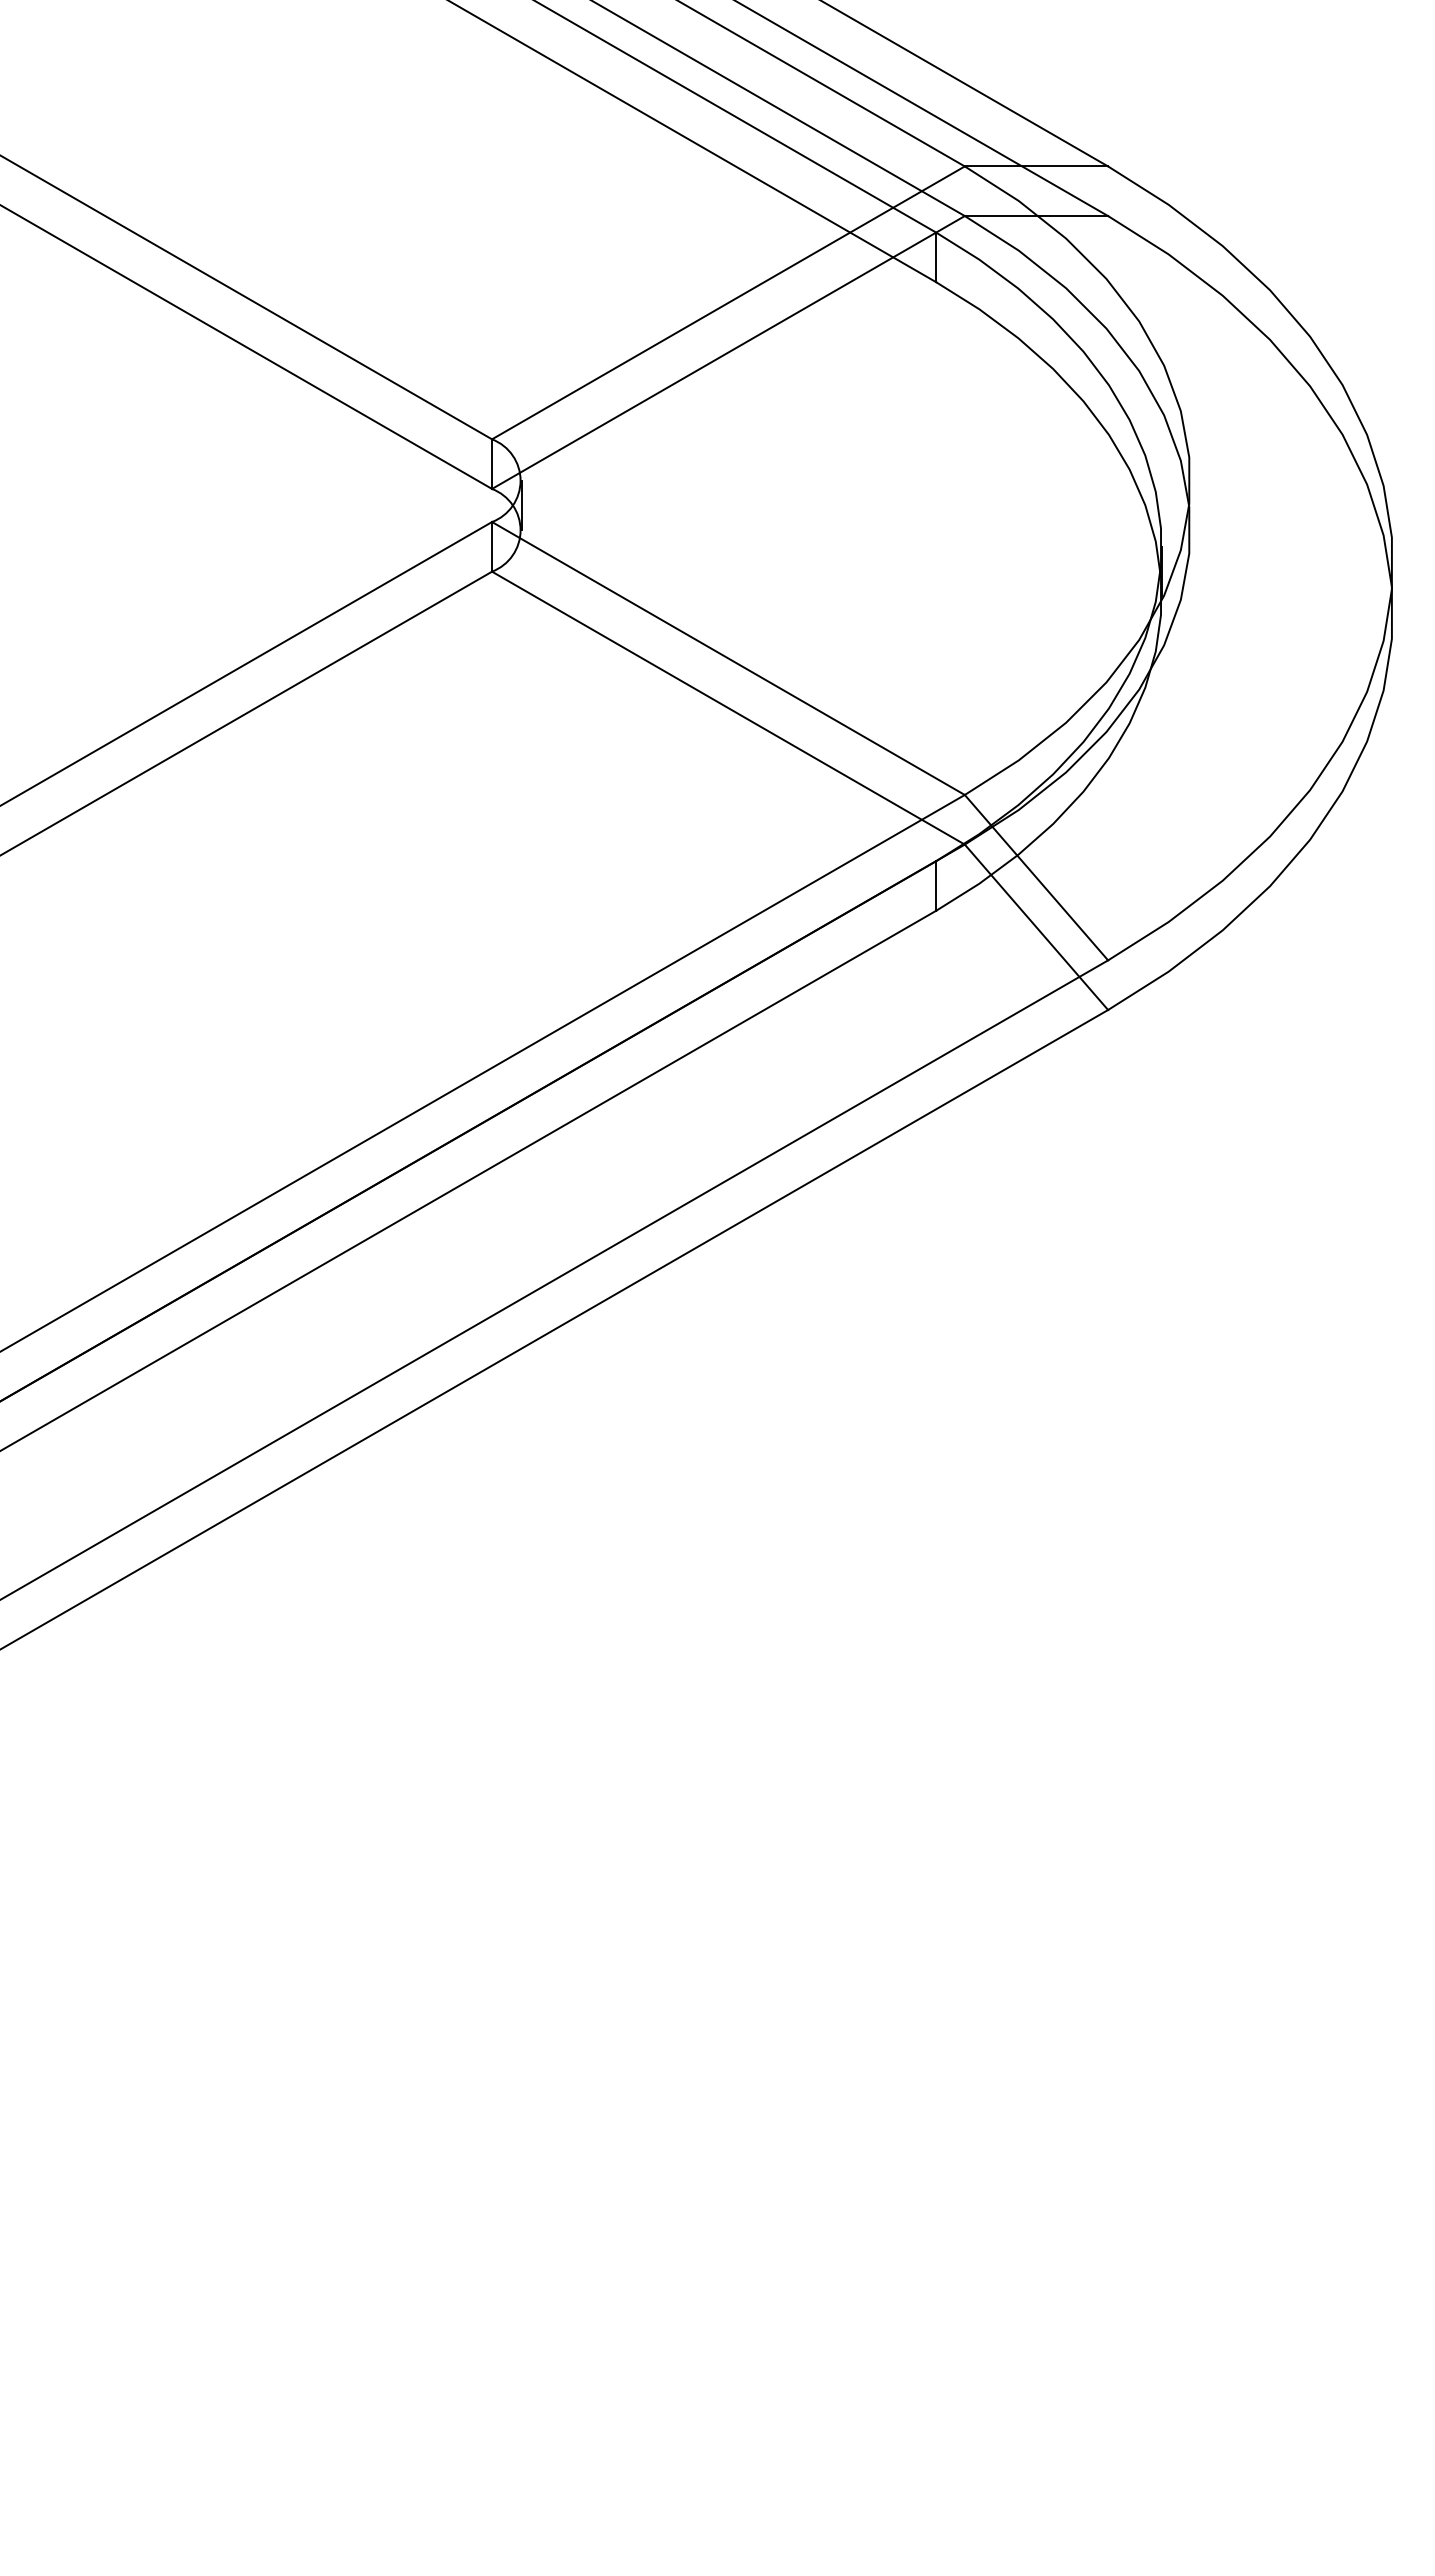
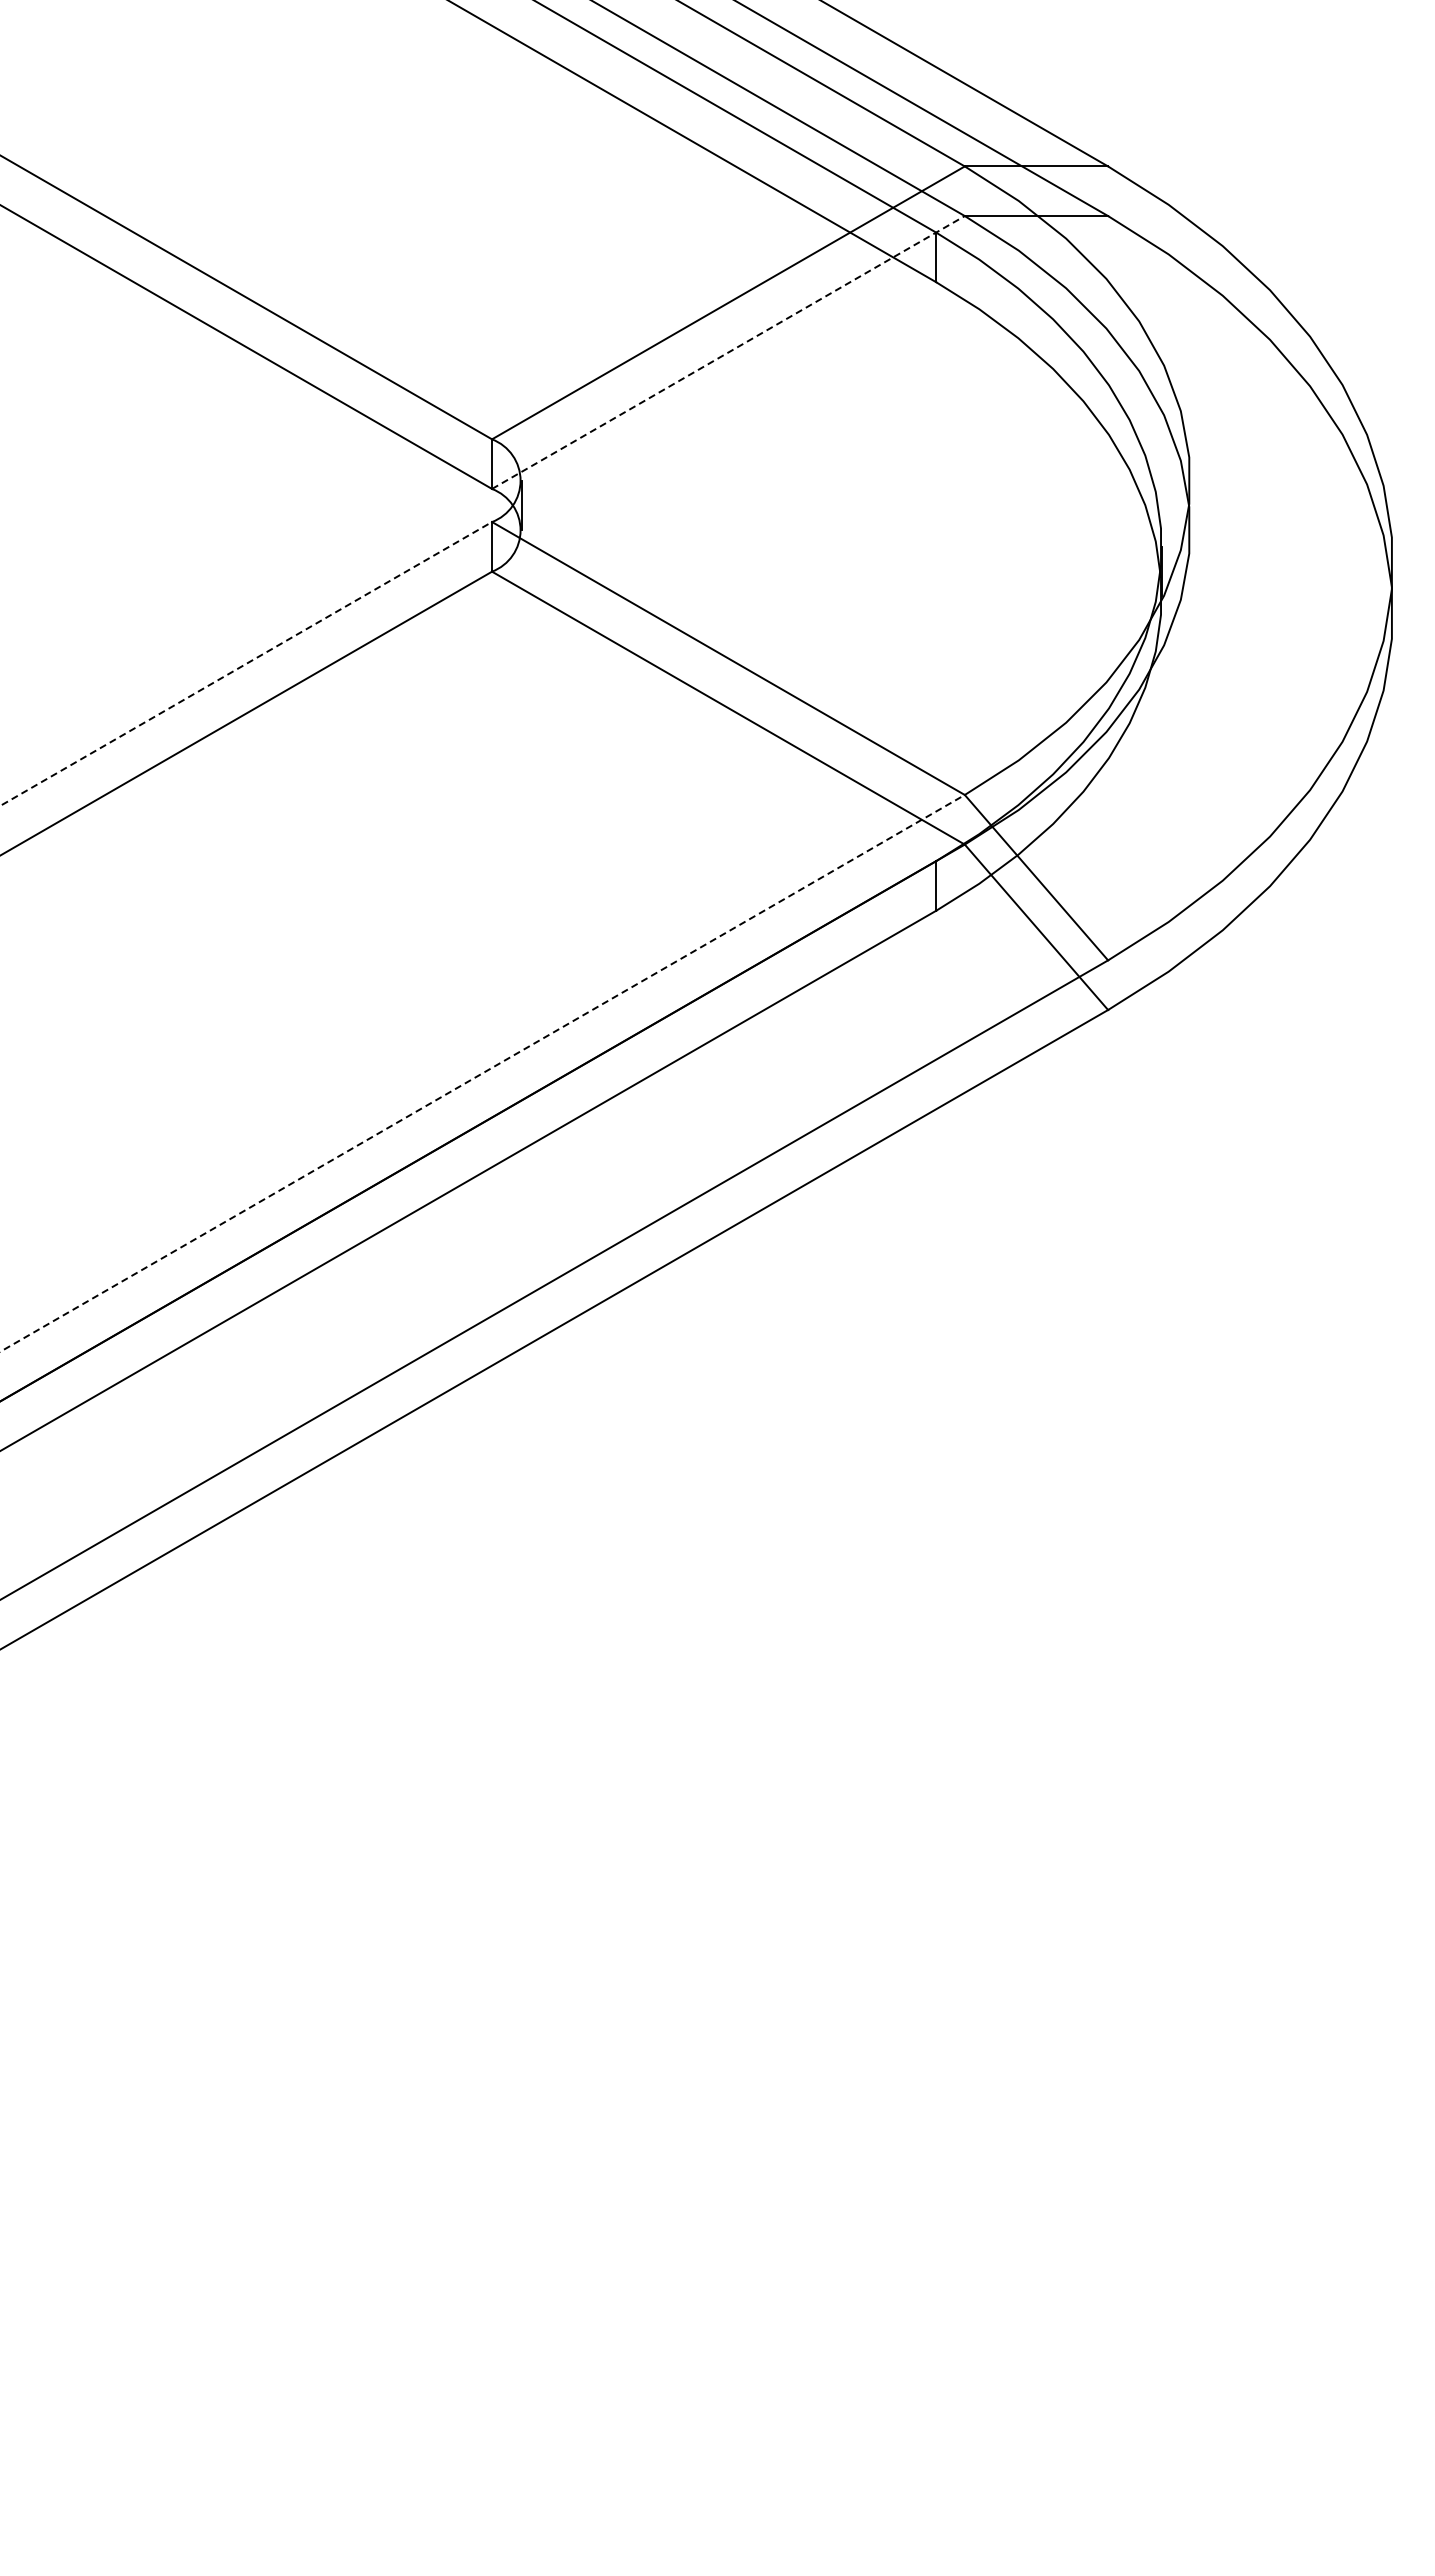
line at (728, 352): solid -> dashed
line at (246, 664): solid -> dashed
line at (482, 1073): solid -> dashed
